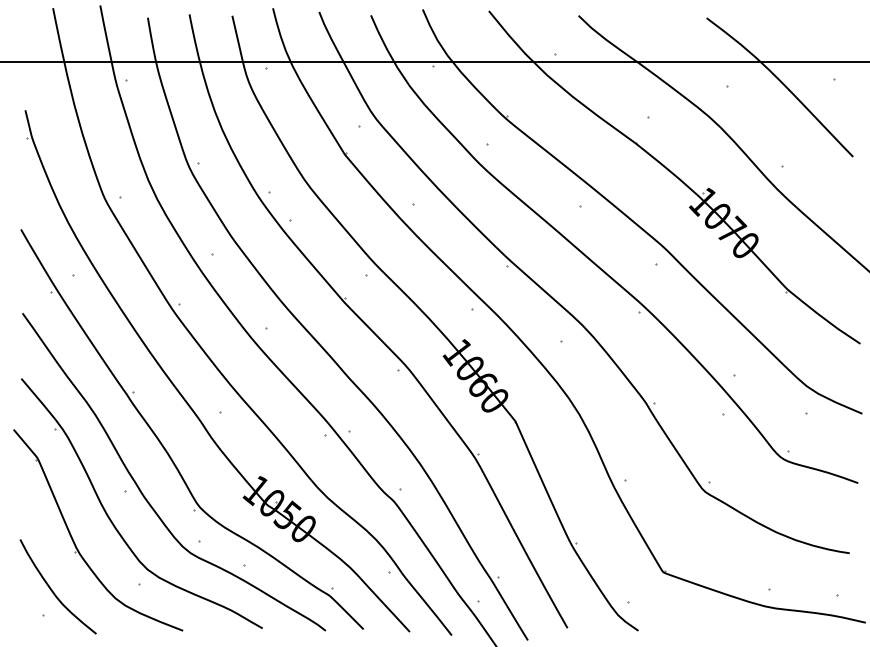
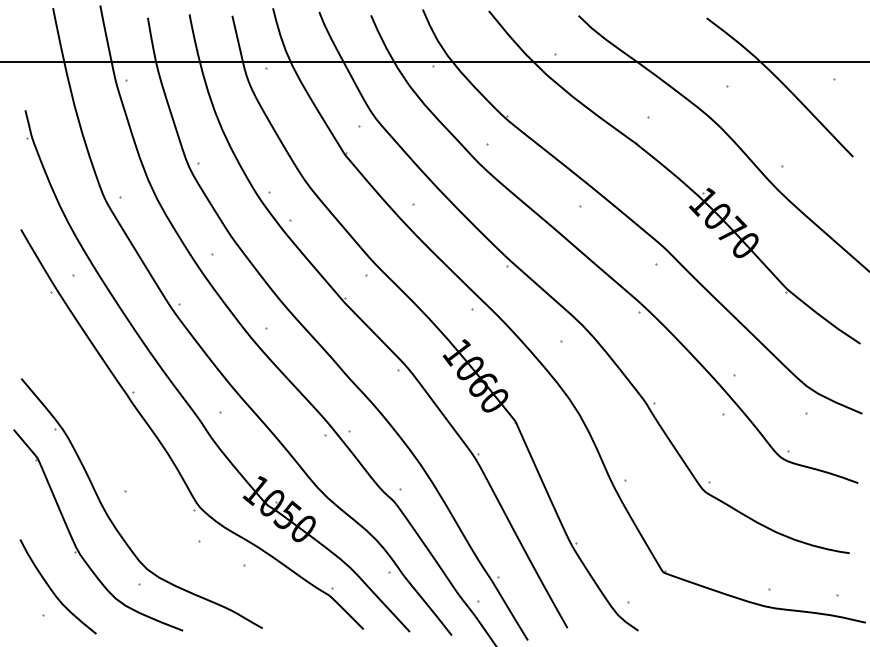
curve at (143, 493): present -> none
